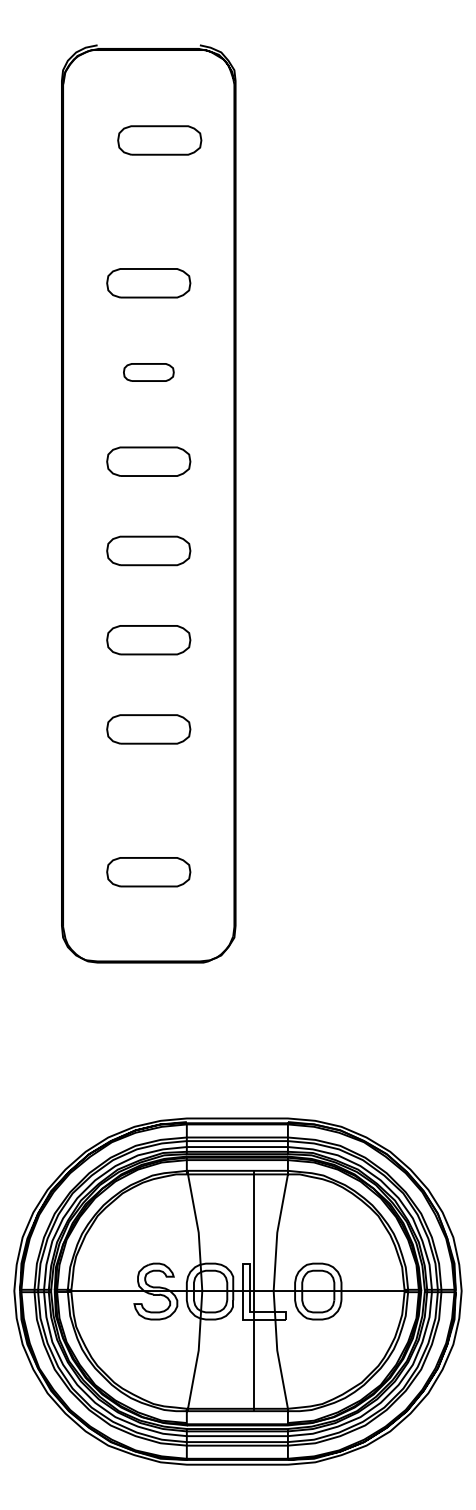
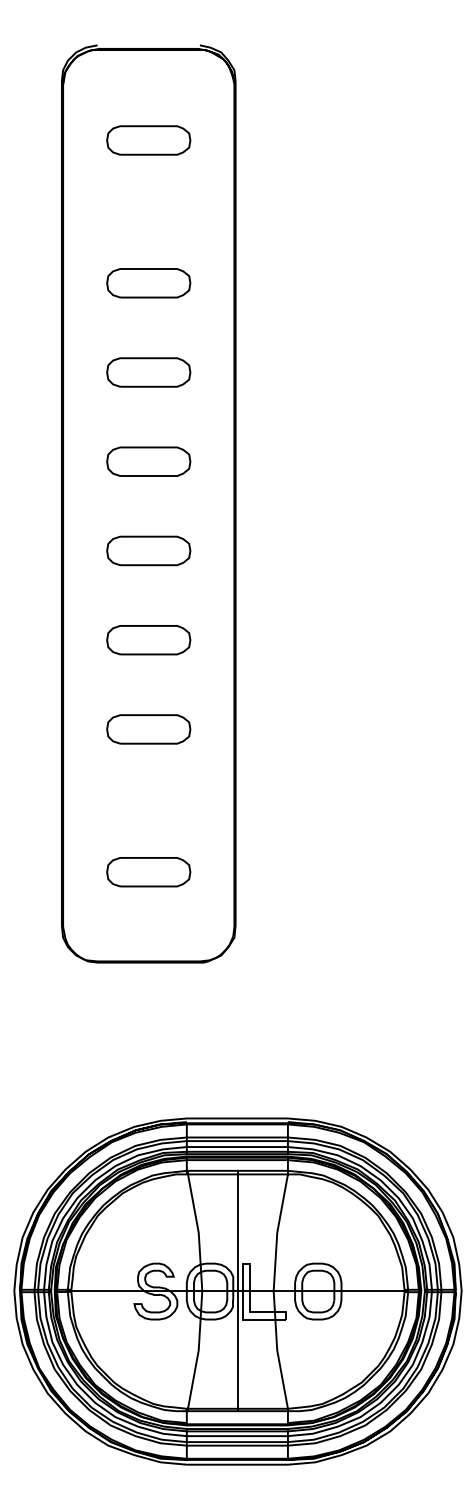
part at (159, 140) position: (159, 140) -> (148, 140)
part at (148, 372) size: 52x19 px -> 86x31 px
line at (253, 1290) position: (253, 1290) -> (237, 1290)
